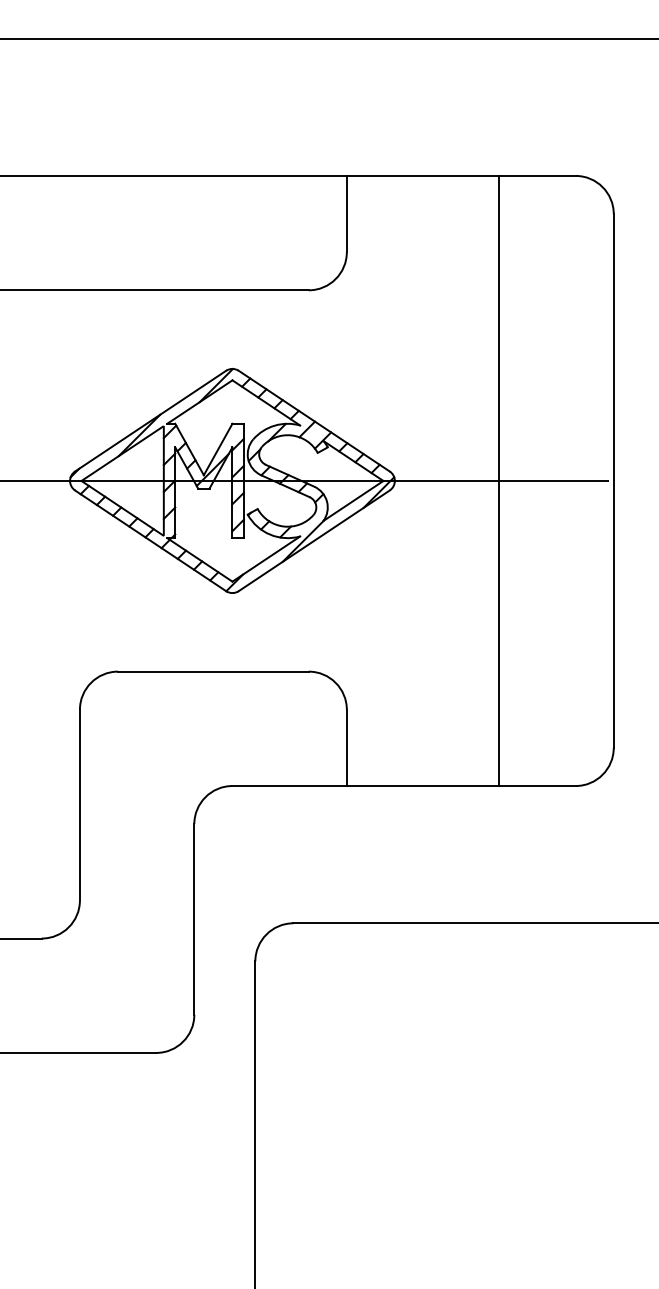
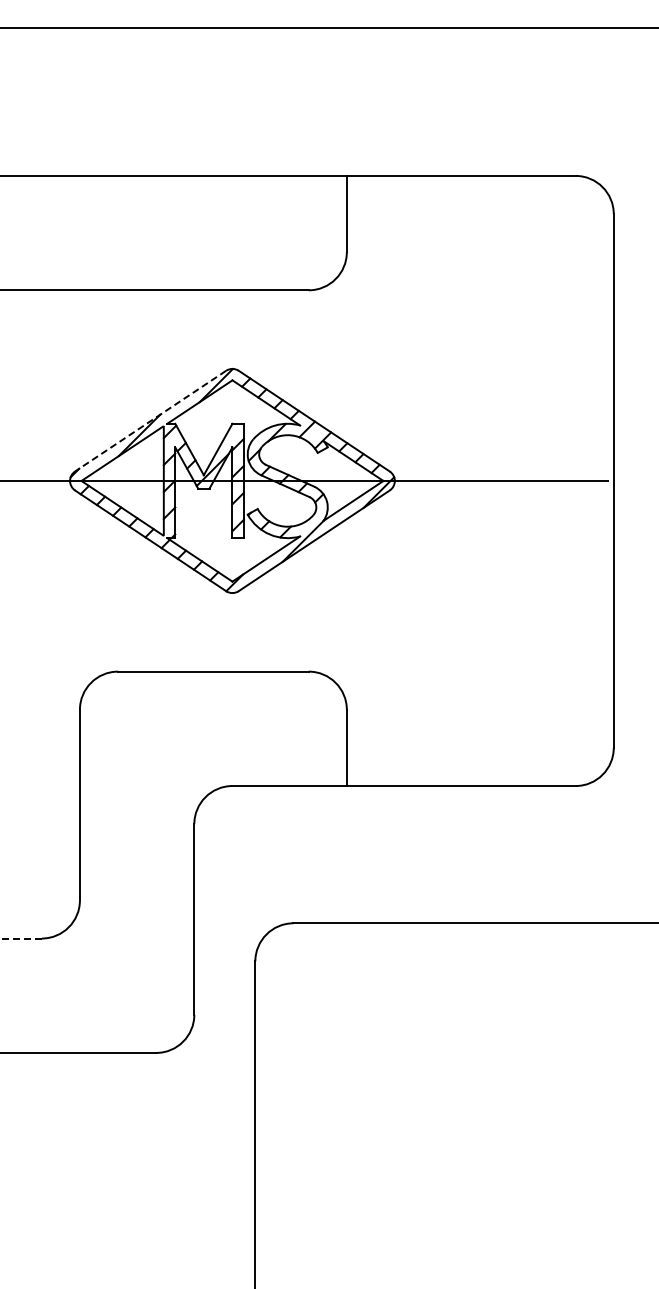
line at (328, 38) position: (328, 38) -> (328, 27)
line at (150, 421): solid -> dashed
line at (499, 480): present -> none
line at (21, 938): solid -> dashed
